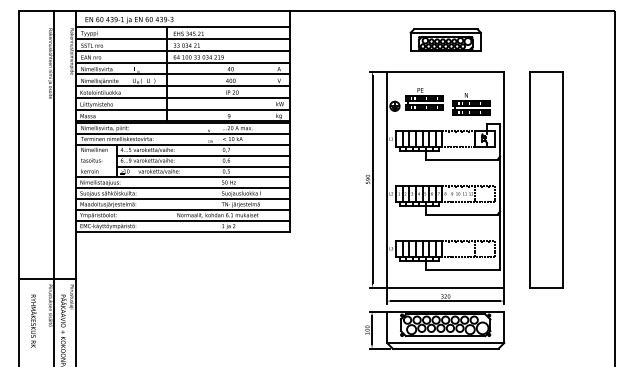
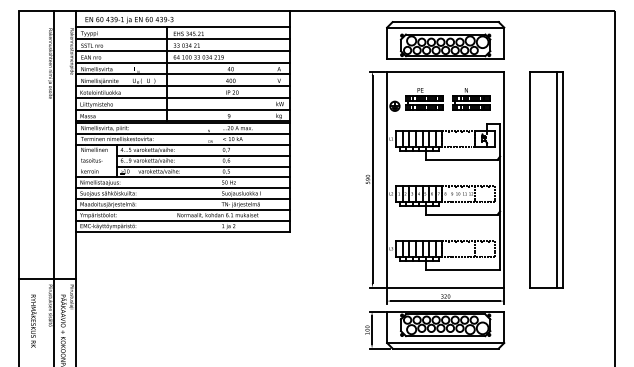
part at (445, 39) size: 73x24 px -> 120x39 px
part at (471, 104) position: (471, 104) -> (471, 99)
line at (557, 179): none -> present
